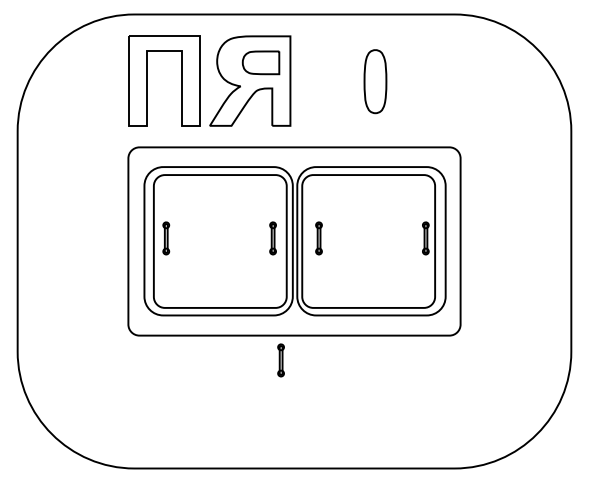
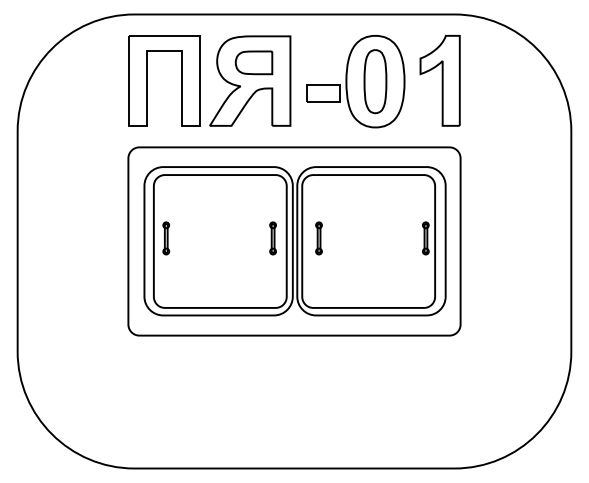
part at (260, 62) position: (260, 62) -> (253, 62)
part at (439, 80): none -> present
part at (355, 81): none -> present
part at (280, 360): present -> none
